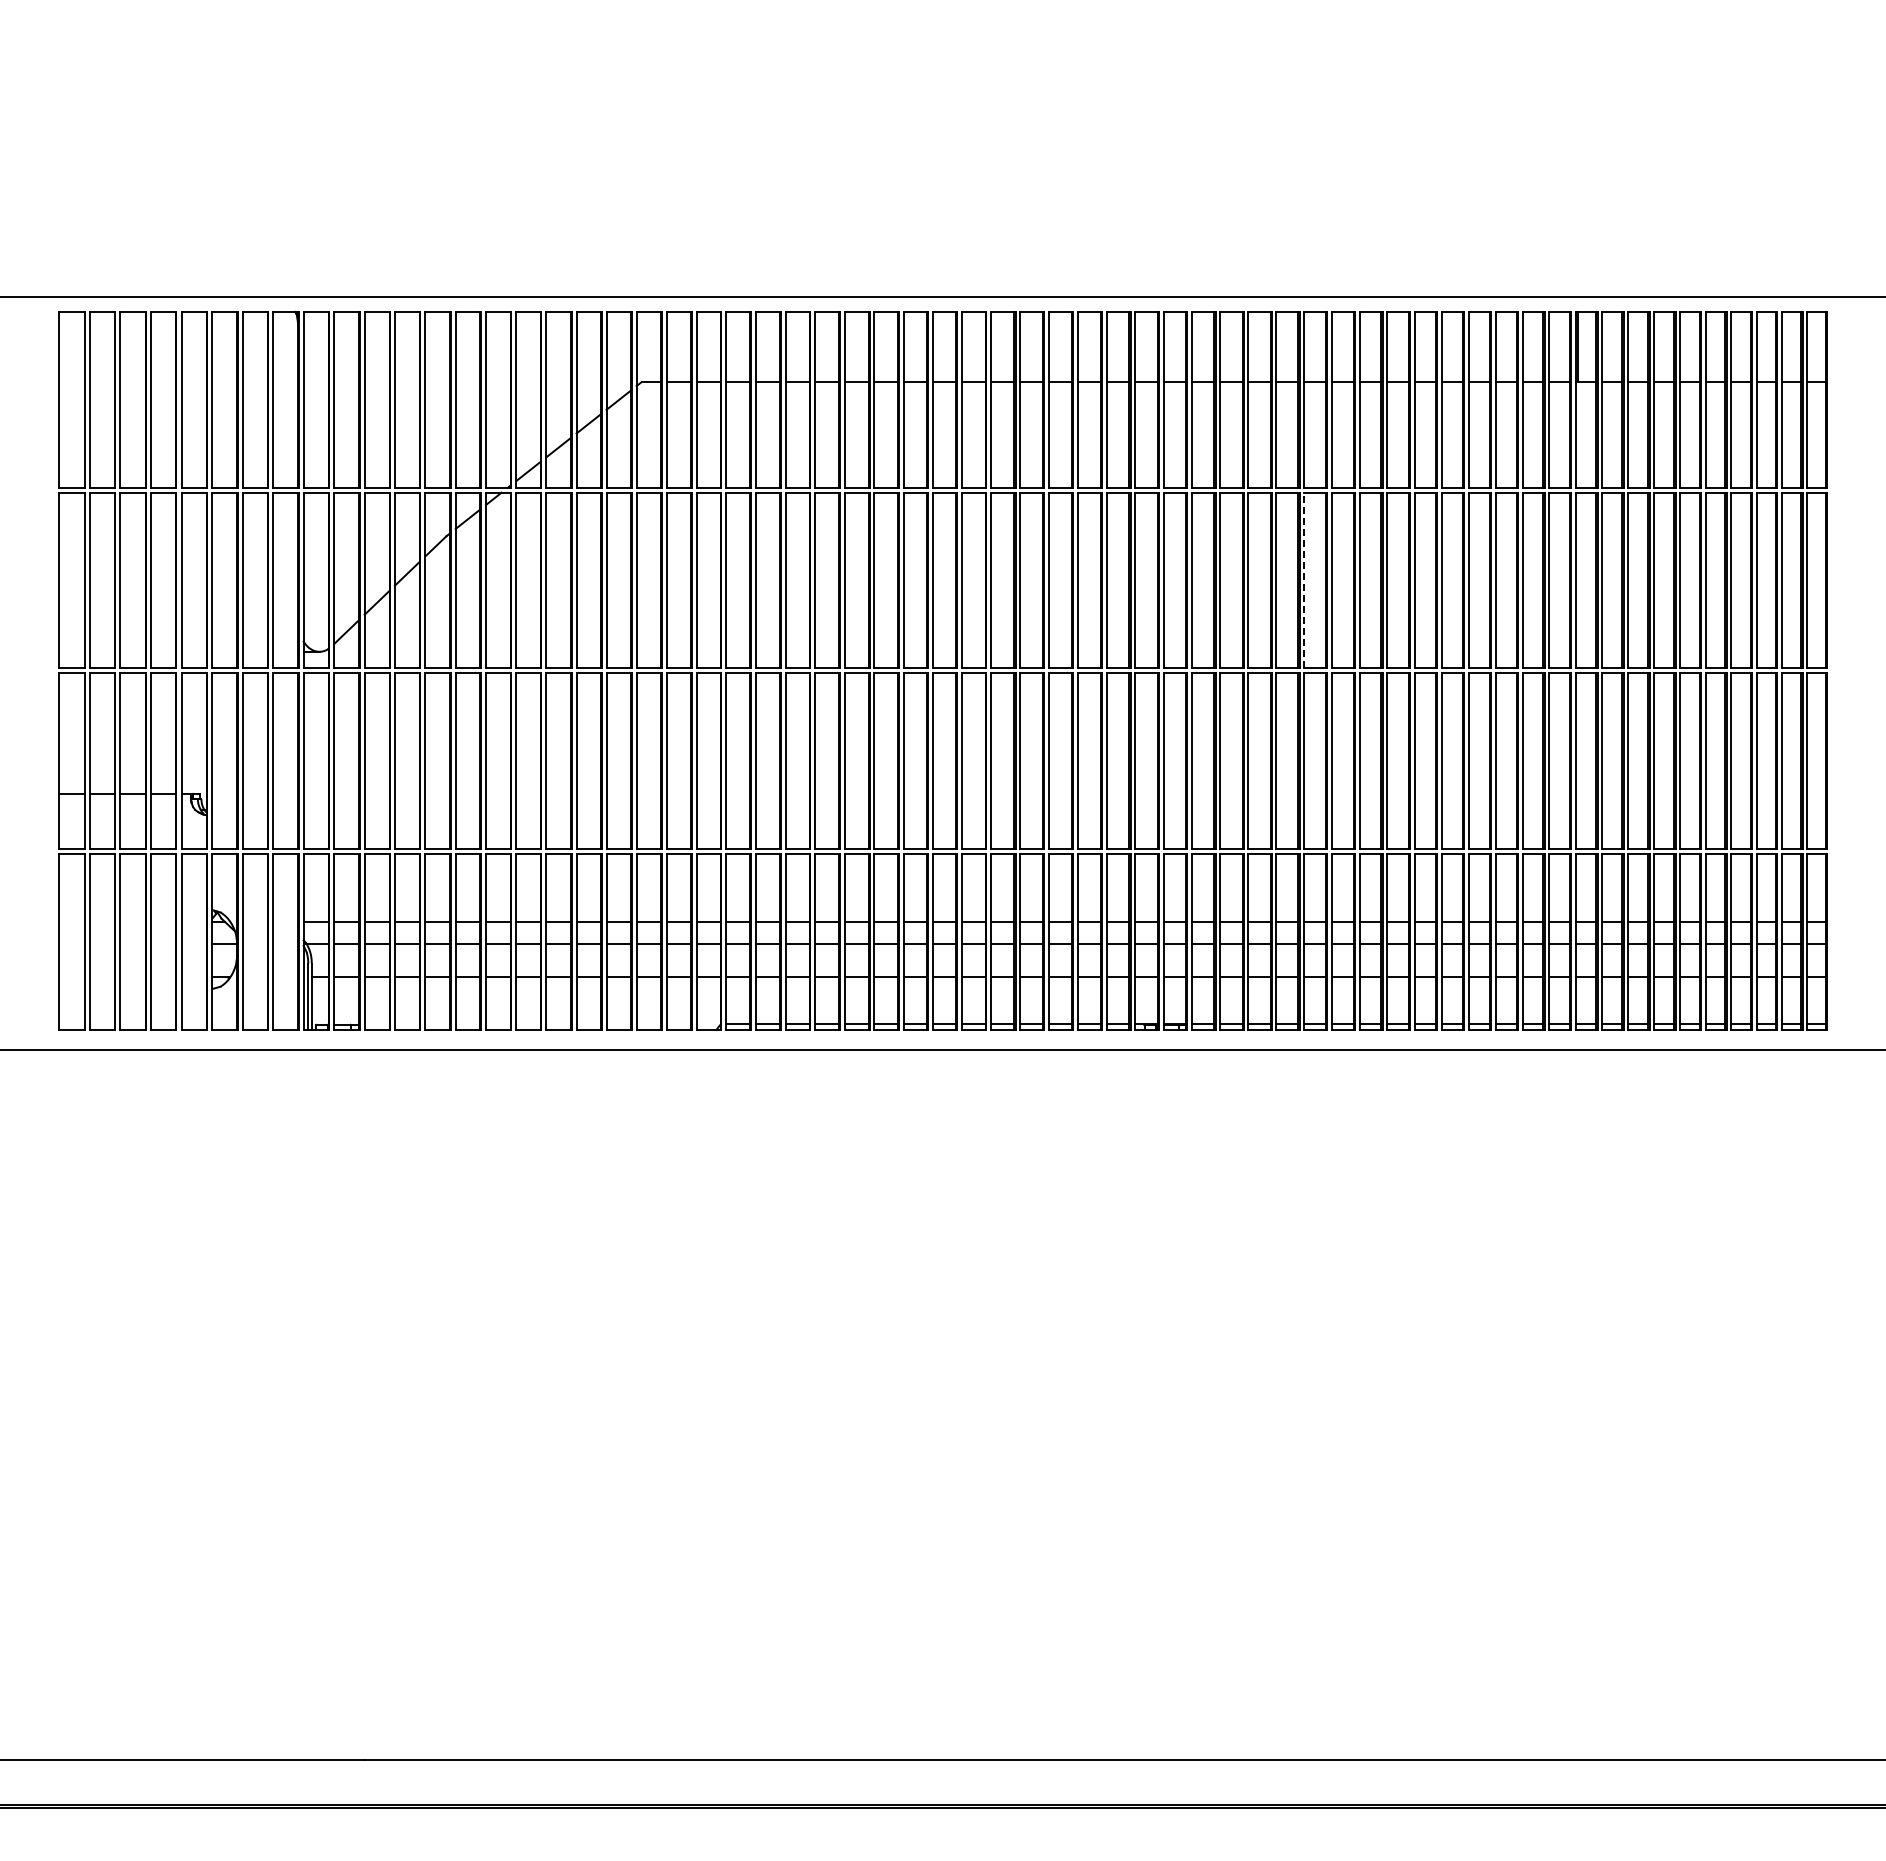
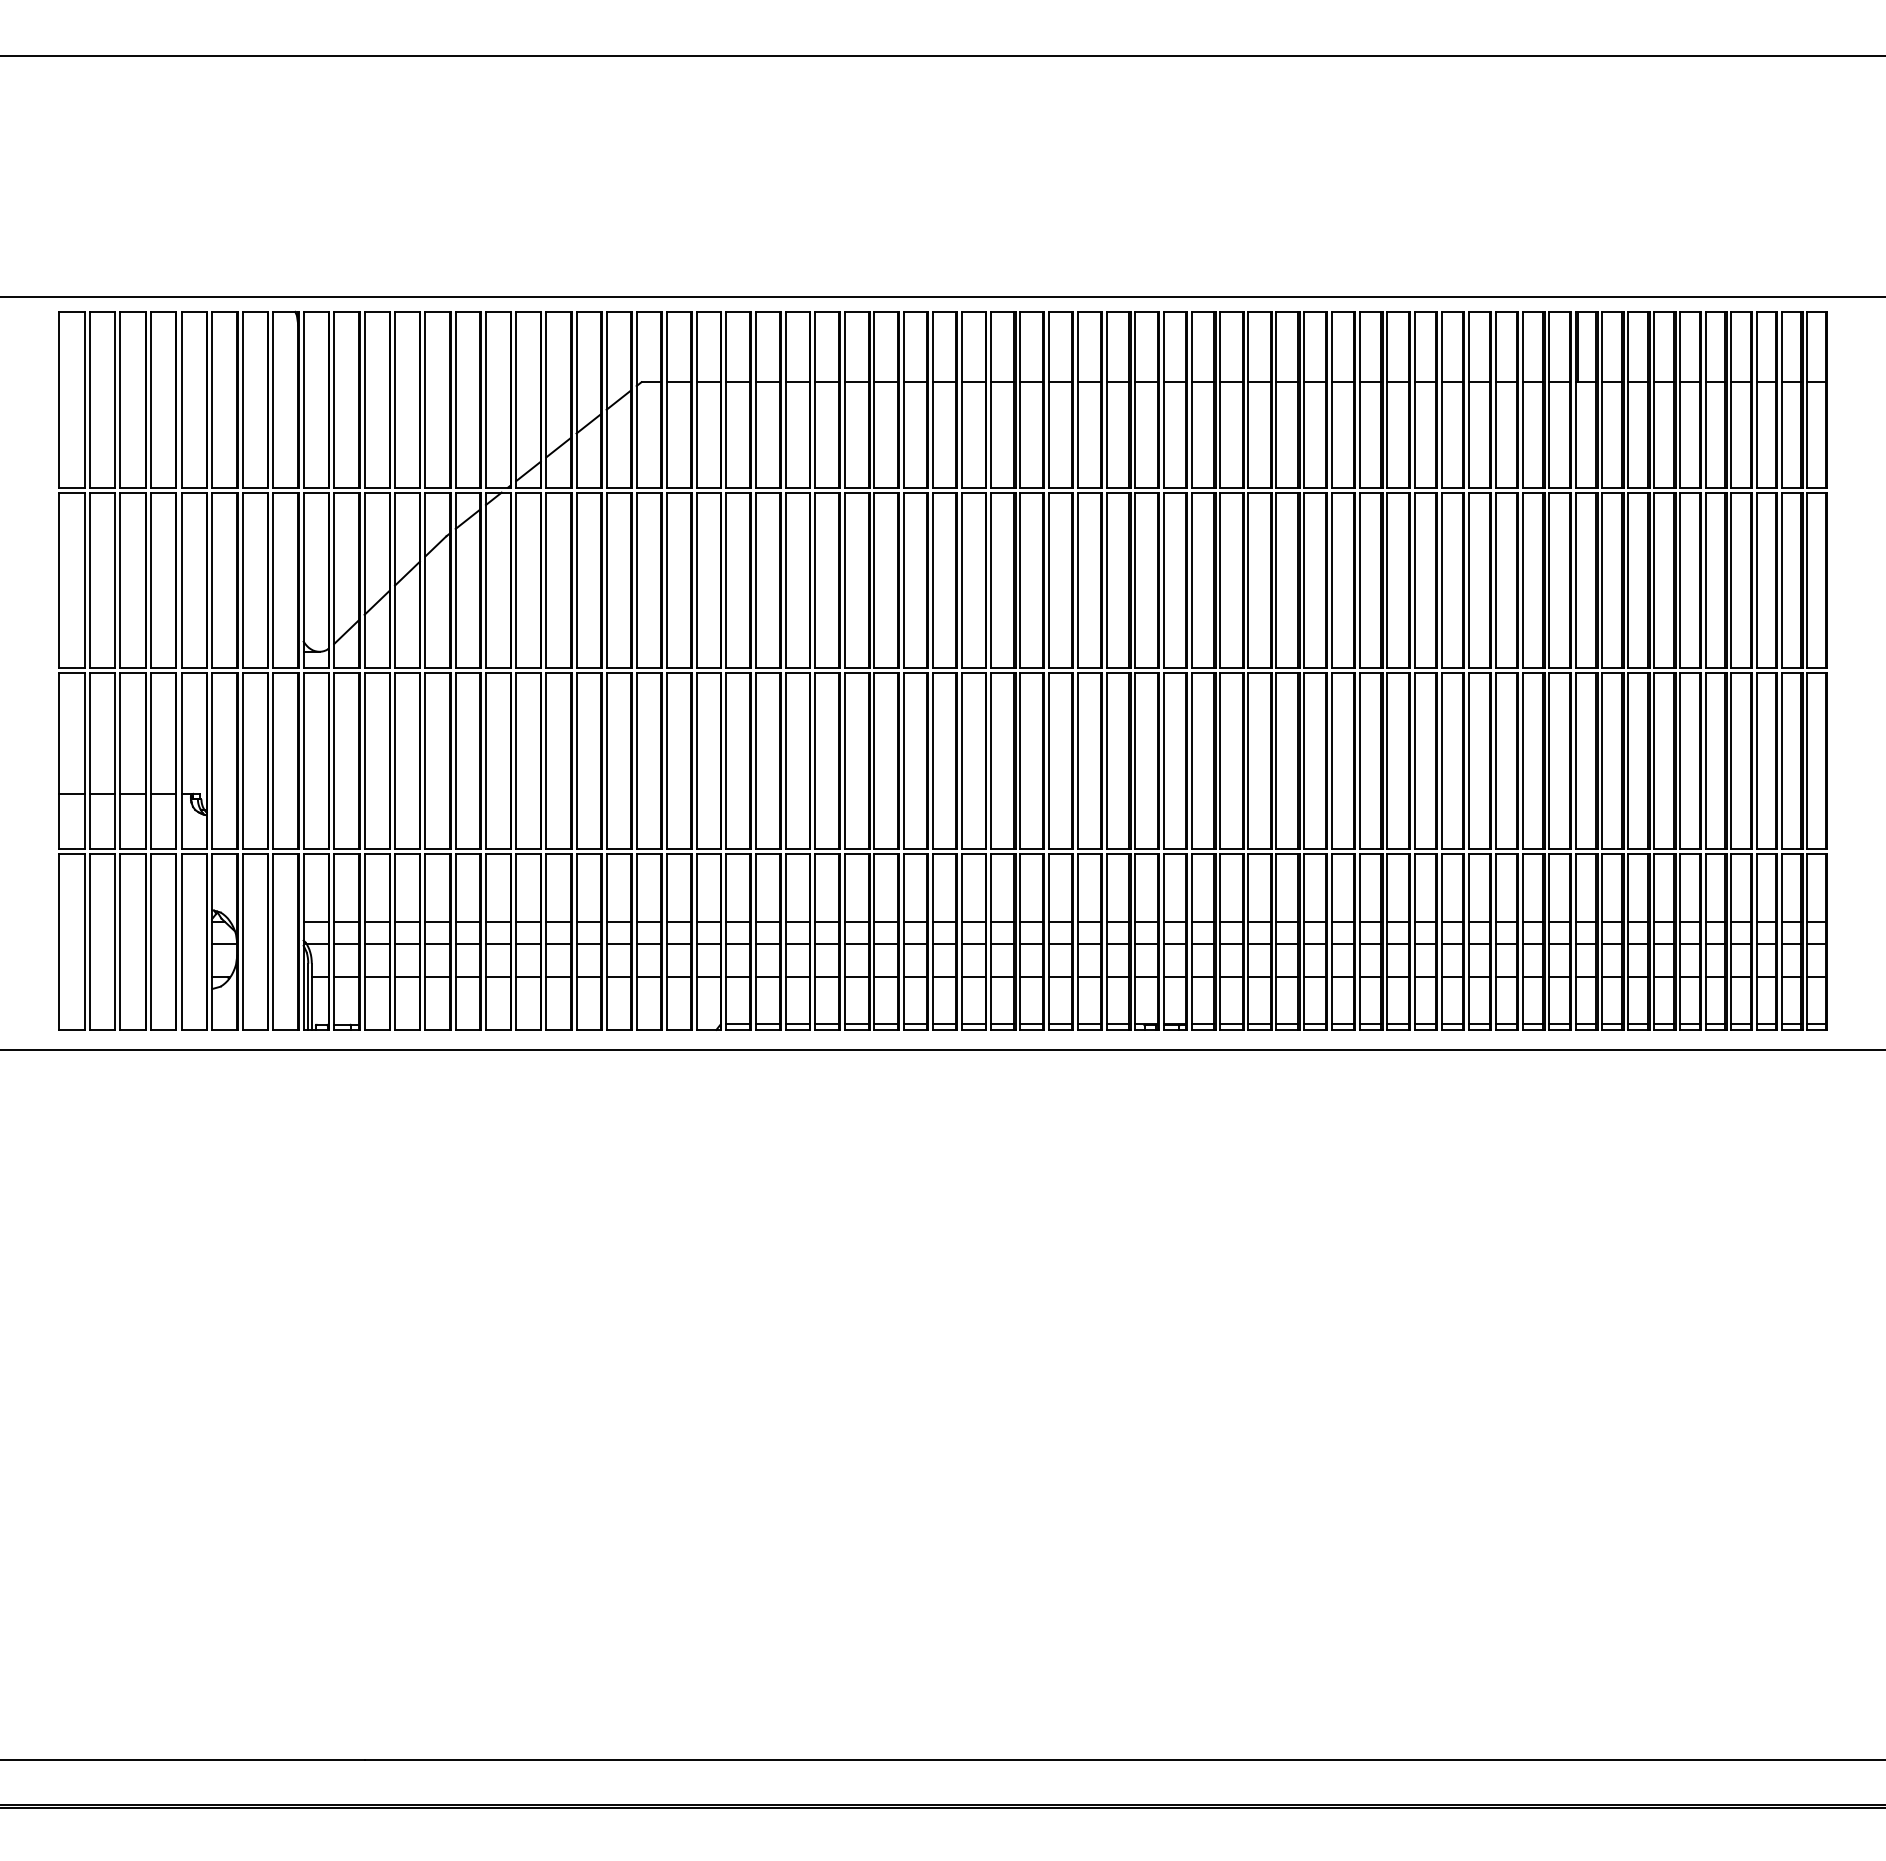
line at (942, 55): none -> present
line at (1304, 580): dashed -> solid
